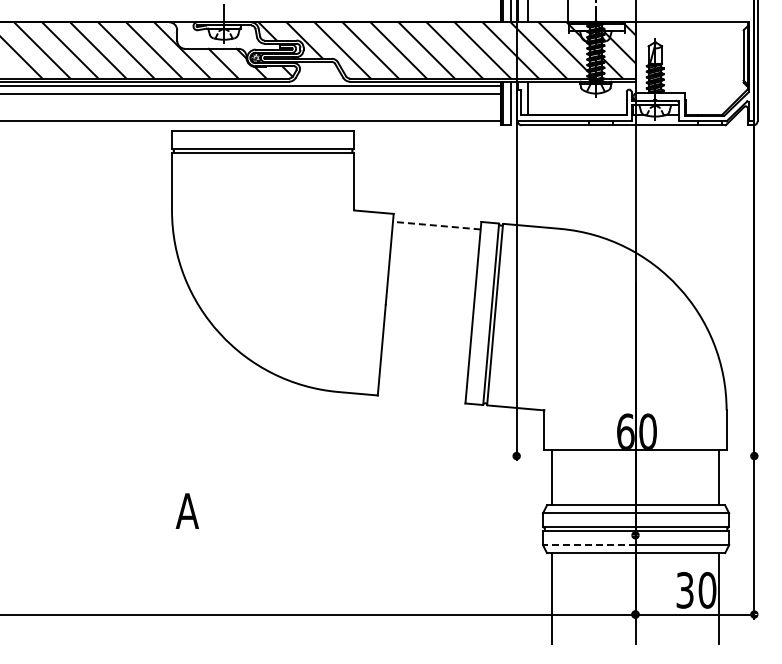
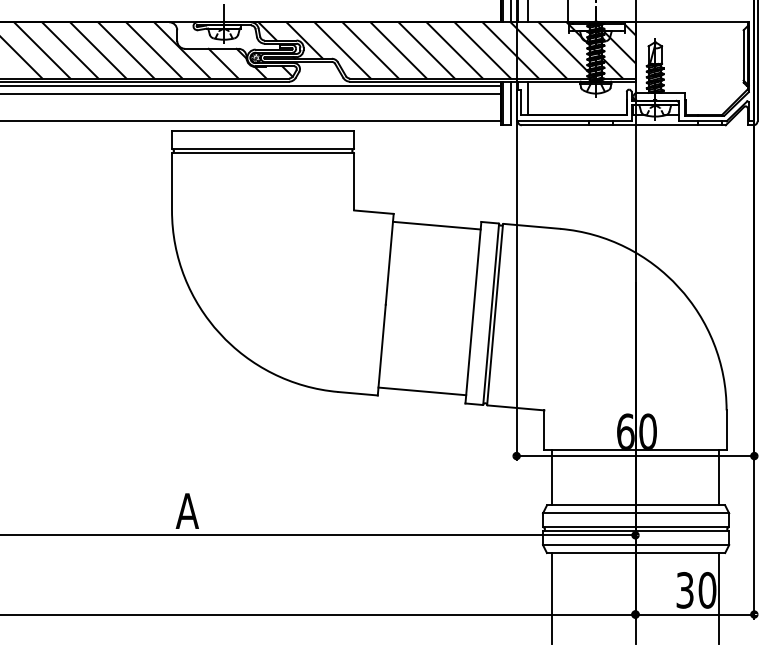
line at (436, 225): dashed -> solid
line at (422, 391): none -> present
line at (635, 456): none -> present
line at (318, 535): none -> present
line at (588, 545): dashed -> solid
